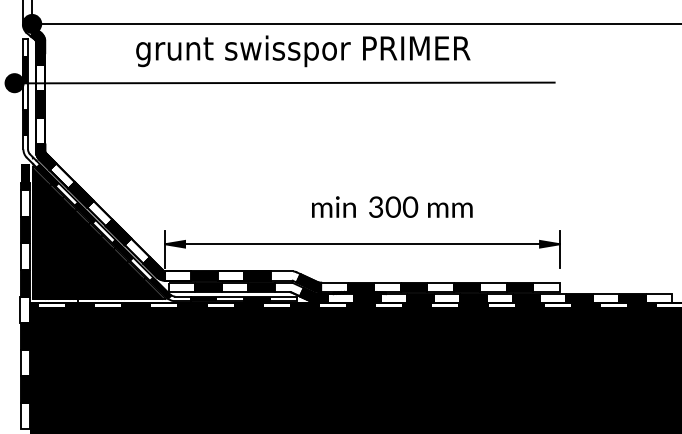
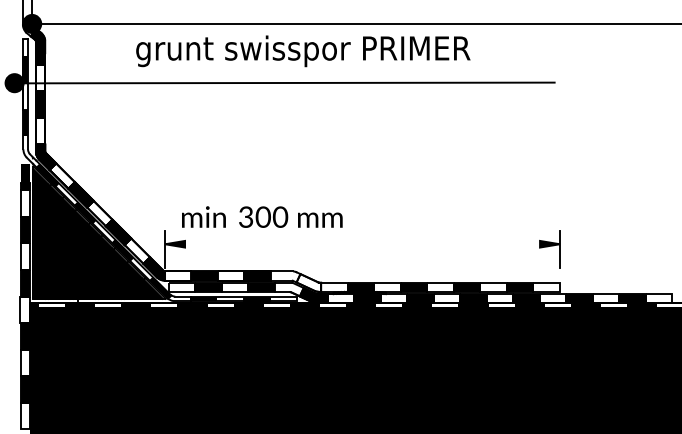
text at (392, 206) position: (392, 206) -> (262, 216)
line at (362, 244): present -> none
fill at (308, 282): present -> none
